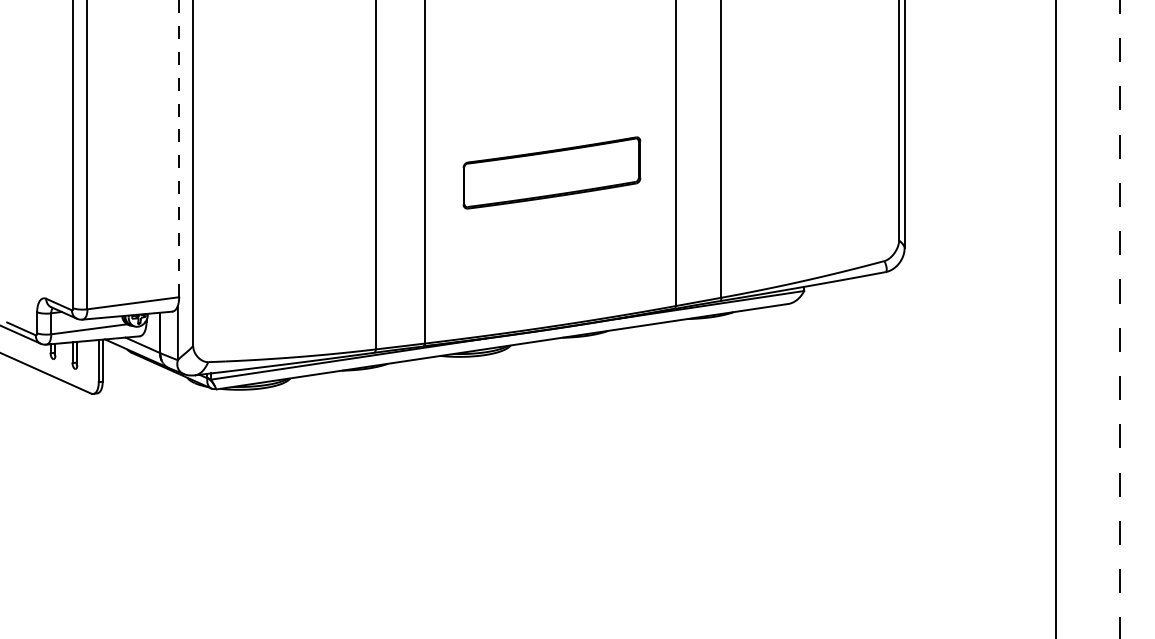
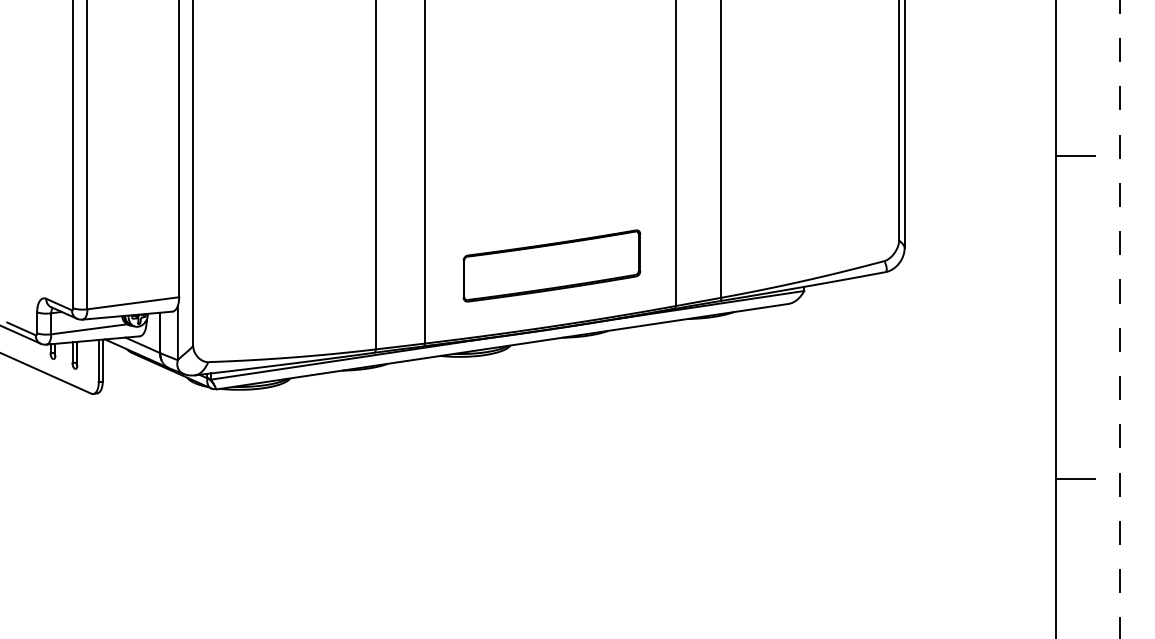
line at (179, 148): dashed -> solid
line at (1074, 155): none -> present
part at (551, 172) position: (551, 172) -> (551, 265)
line at (1074, 478): none -> present
